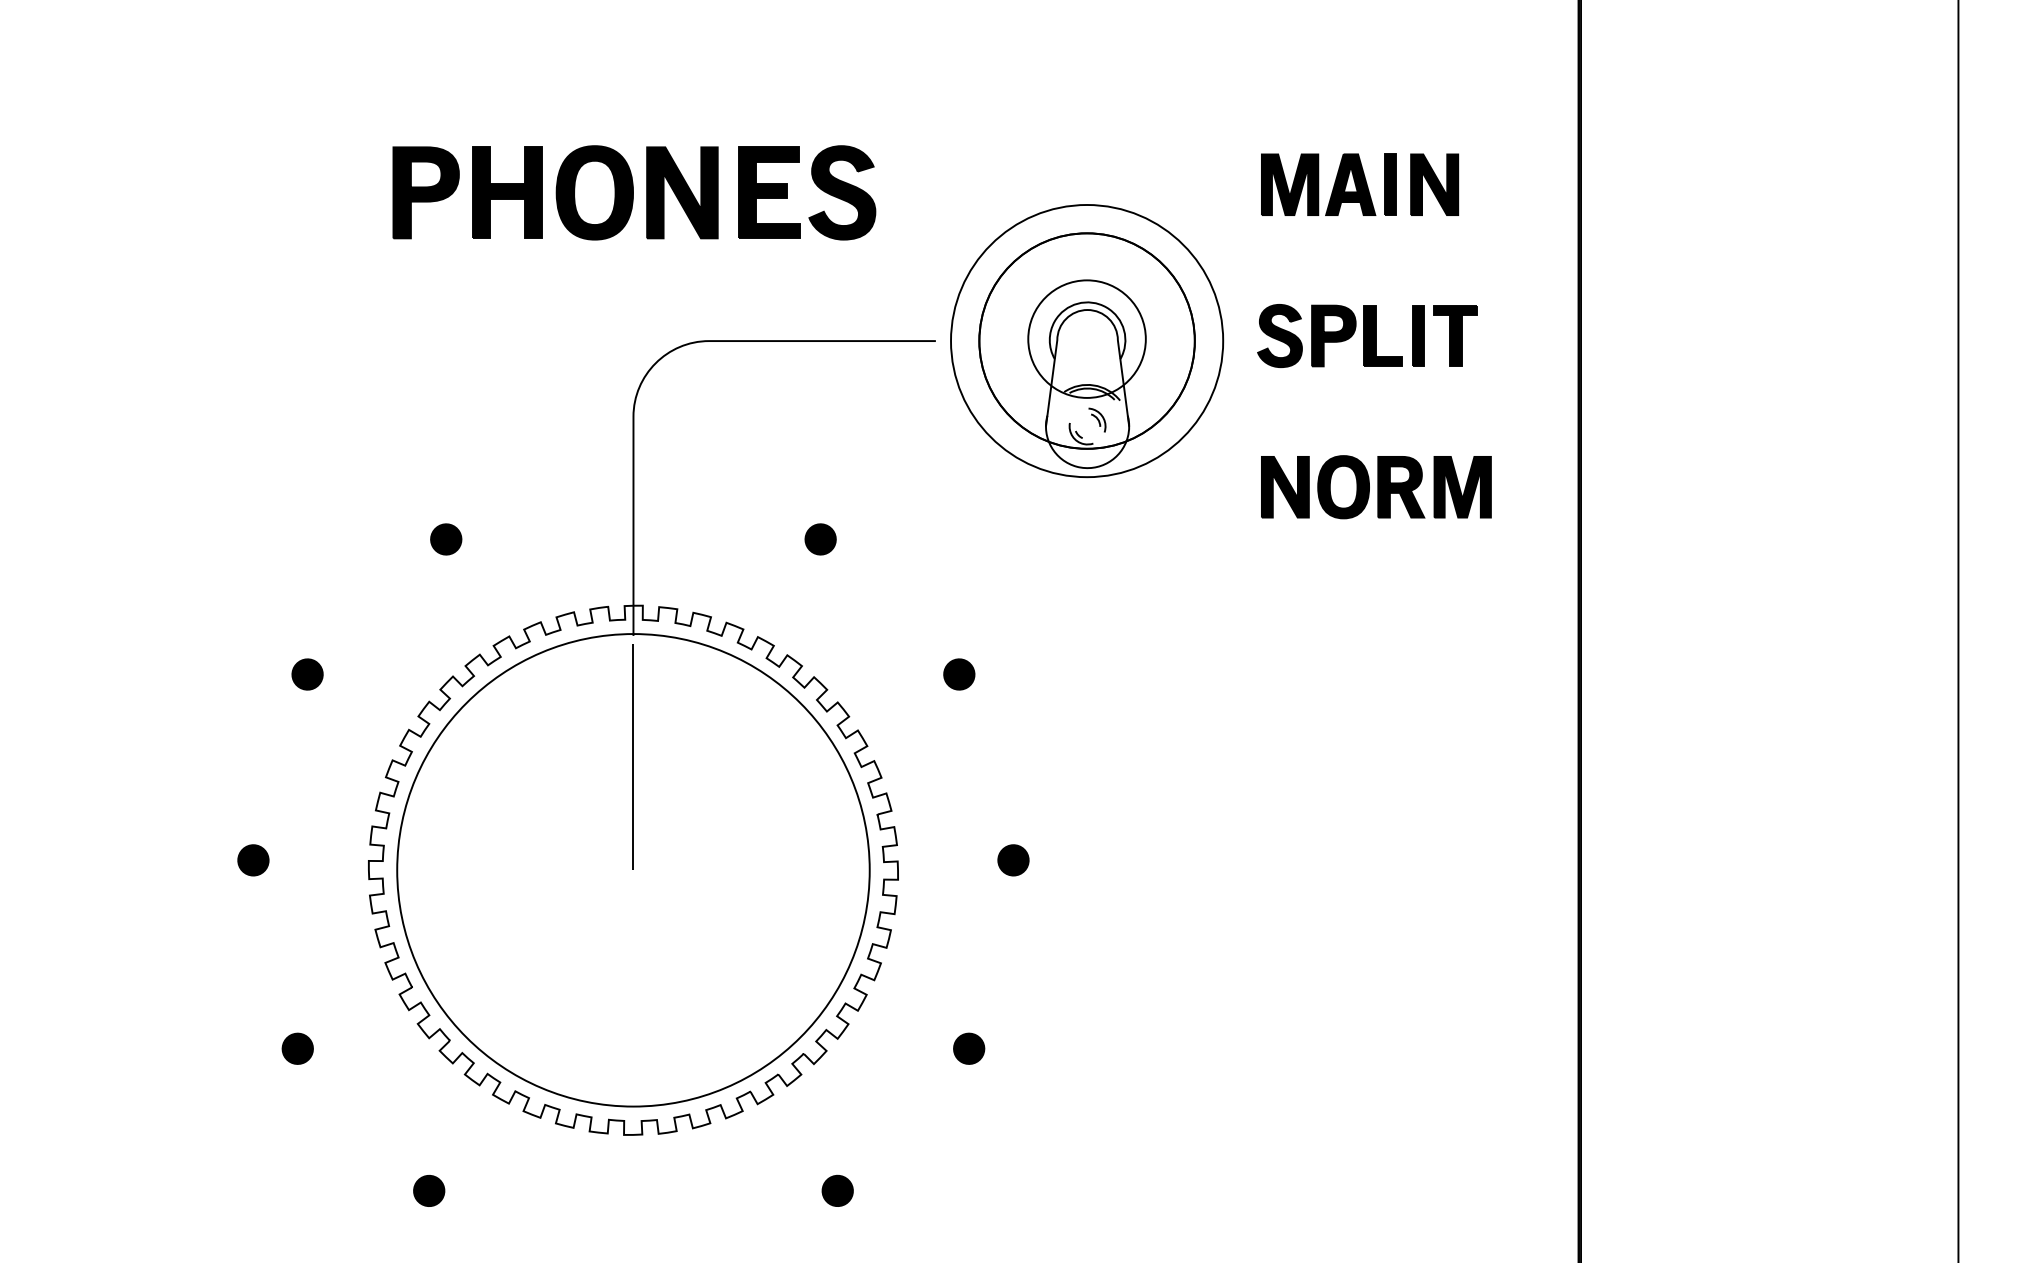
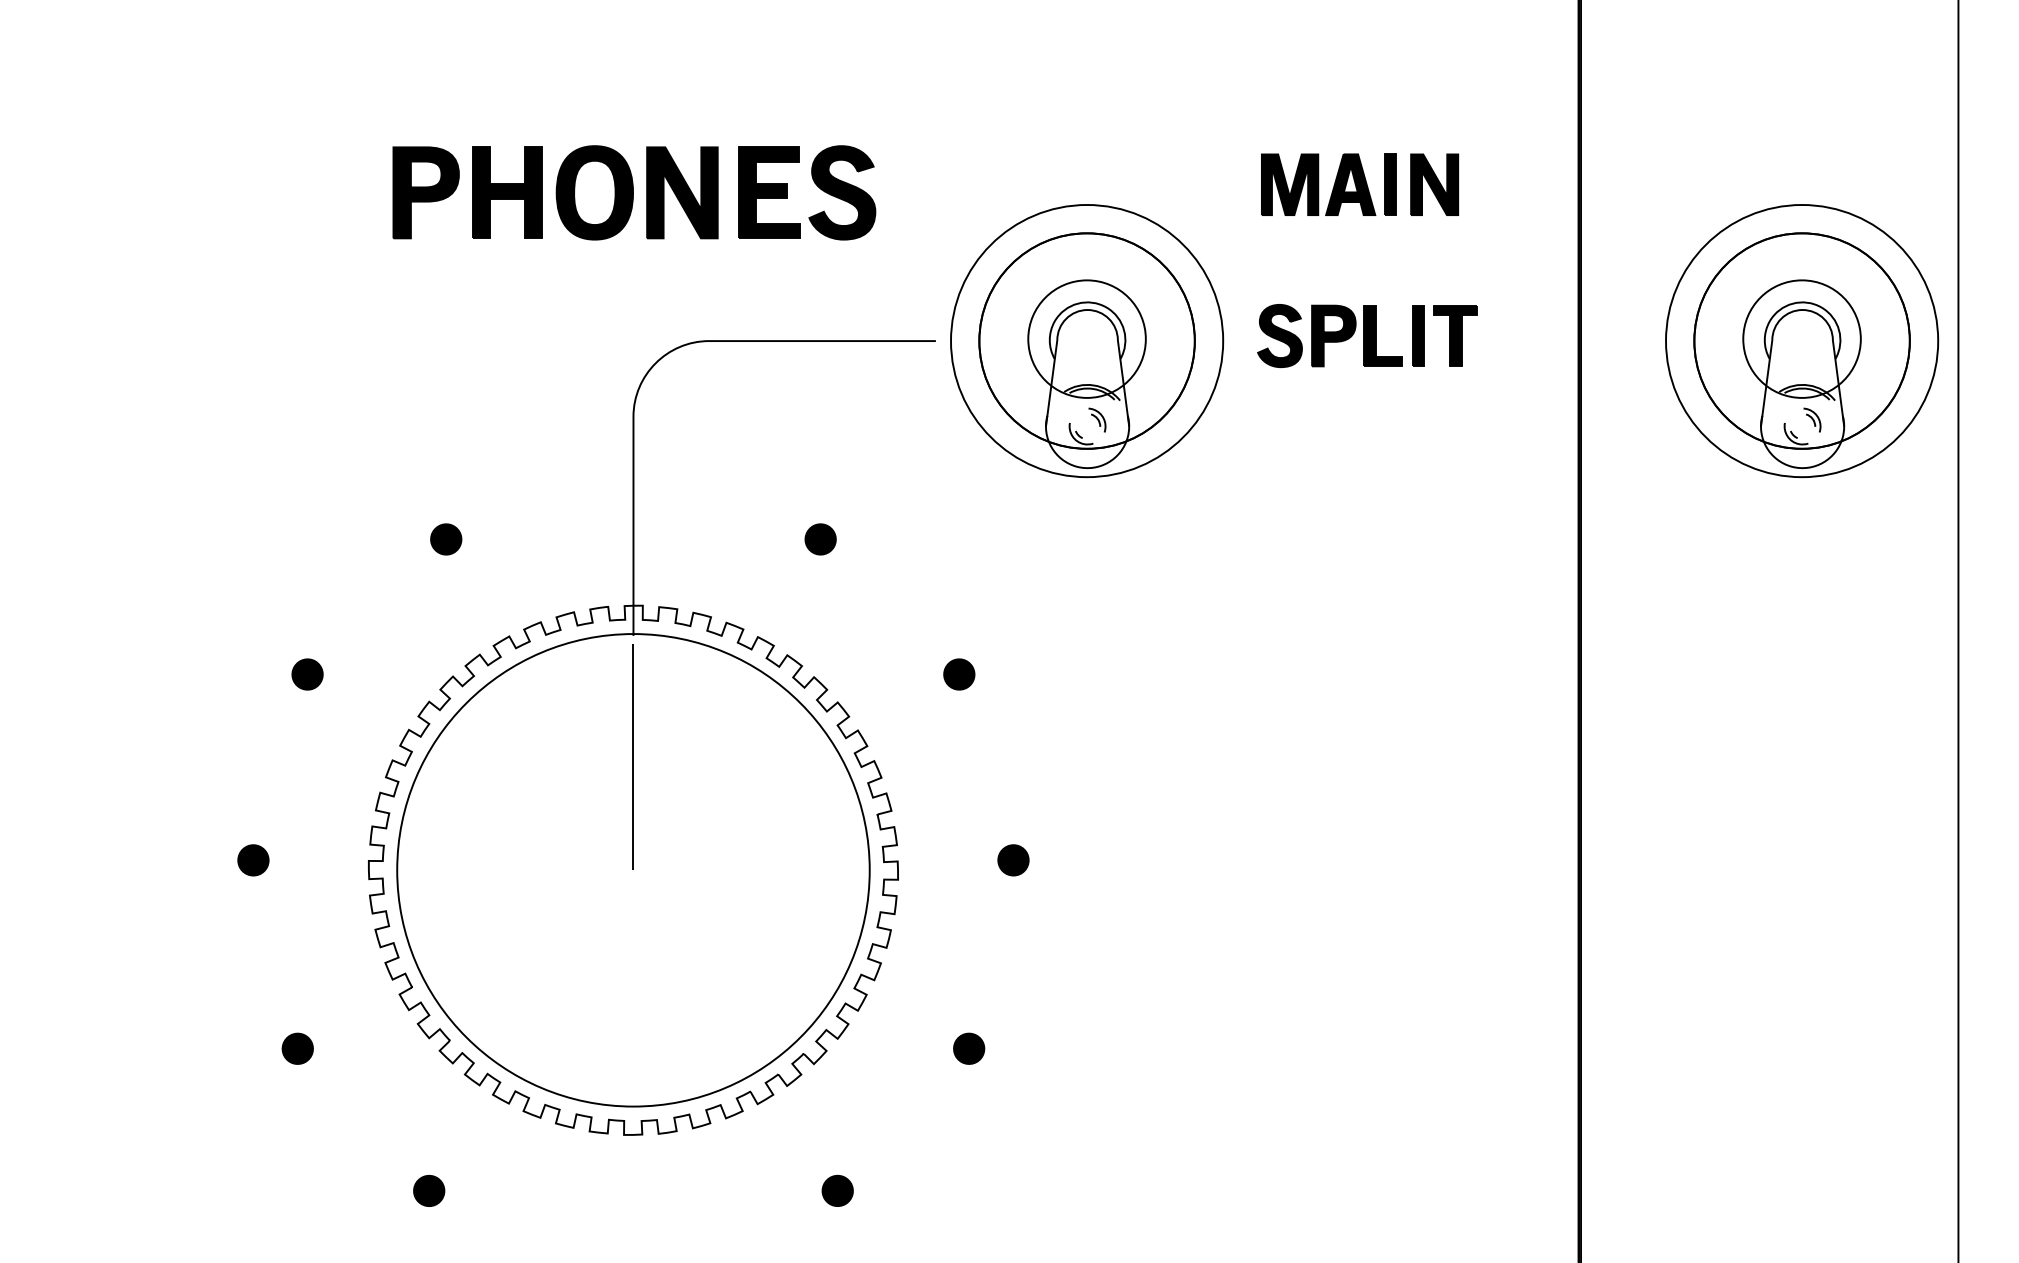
part at (1802, 341): none -> present
part at (1376, 487): present -> none
